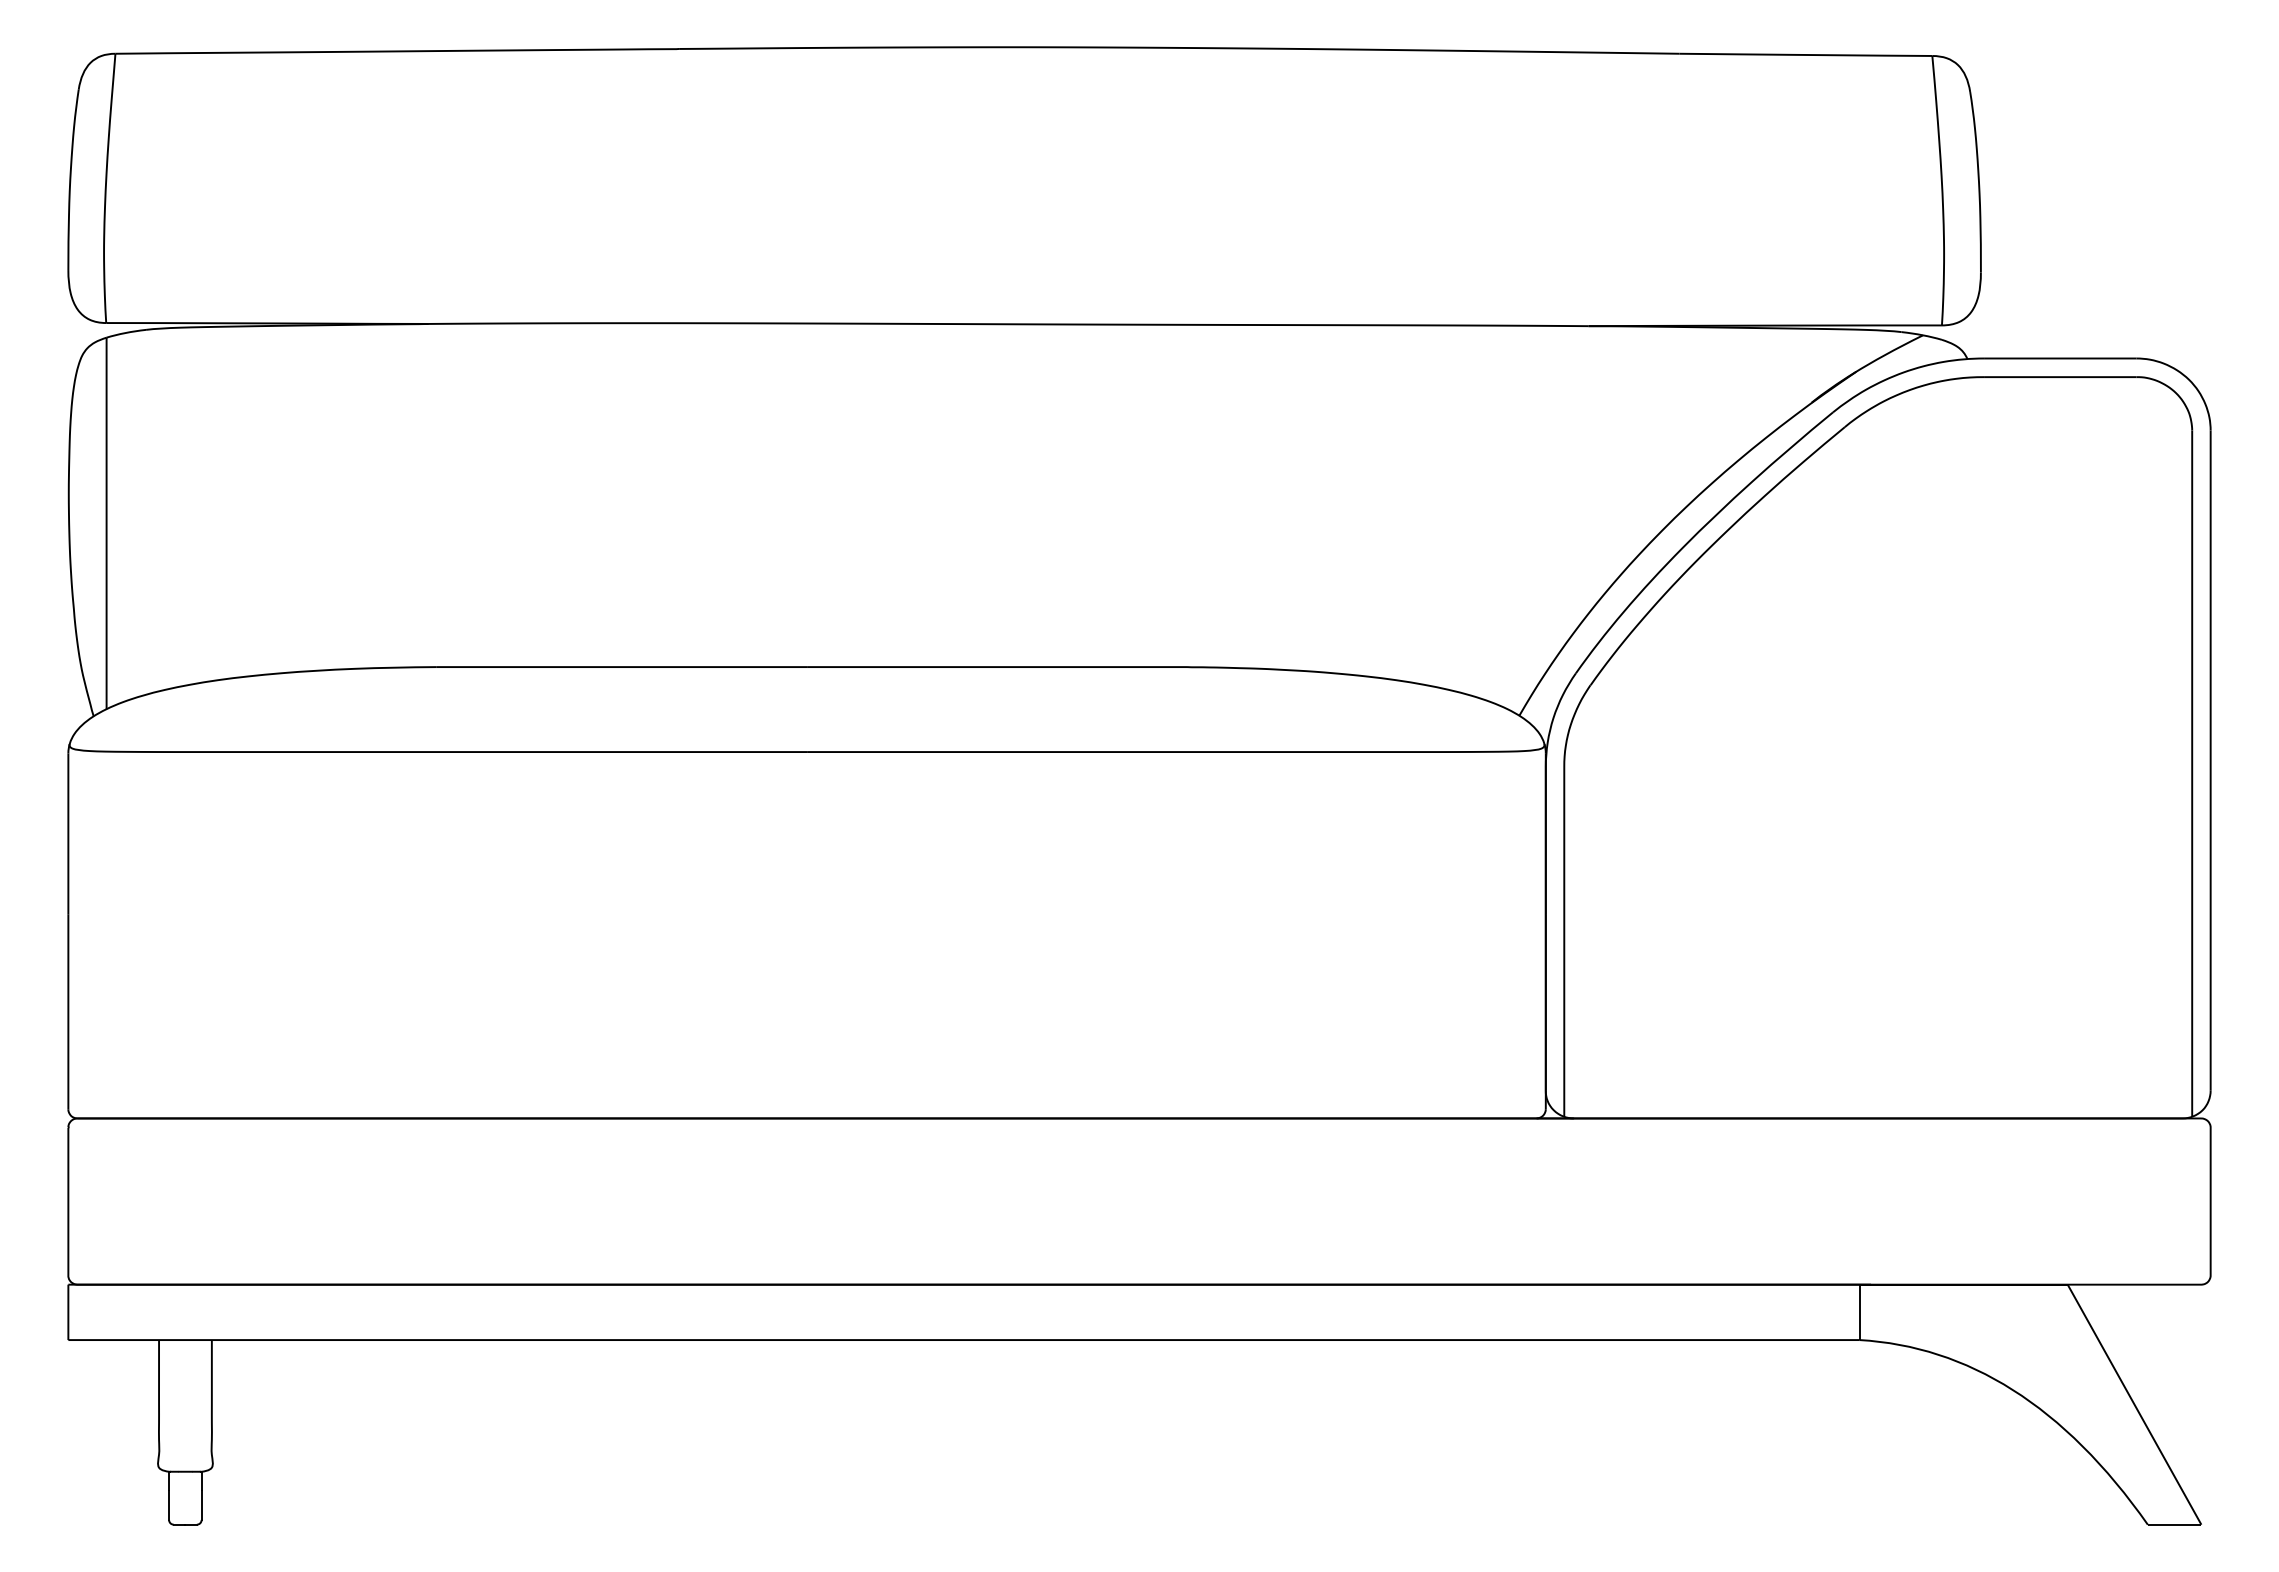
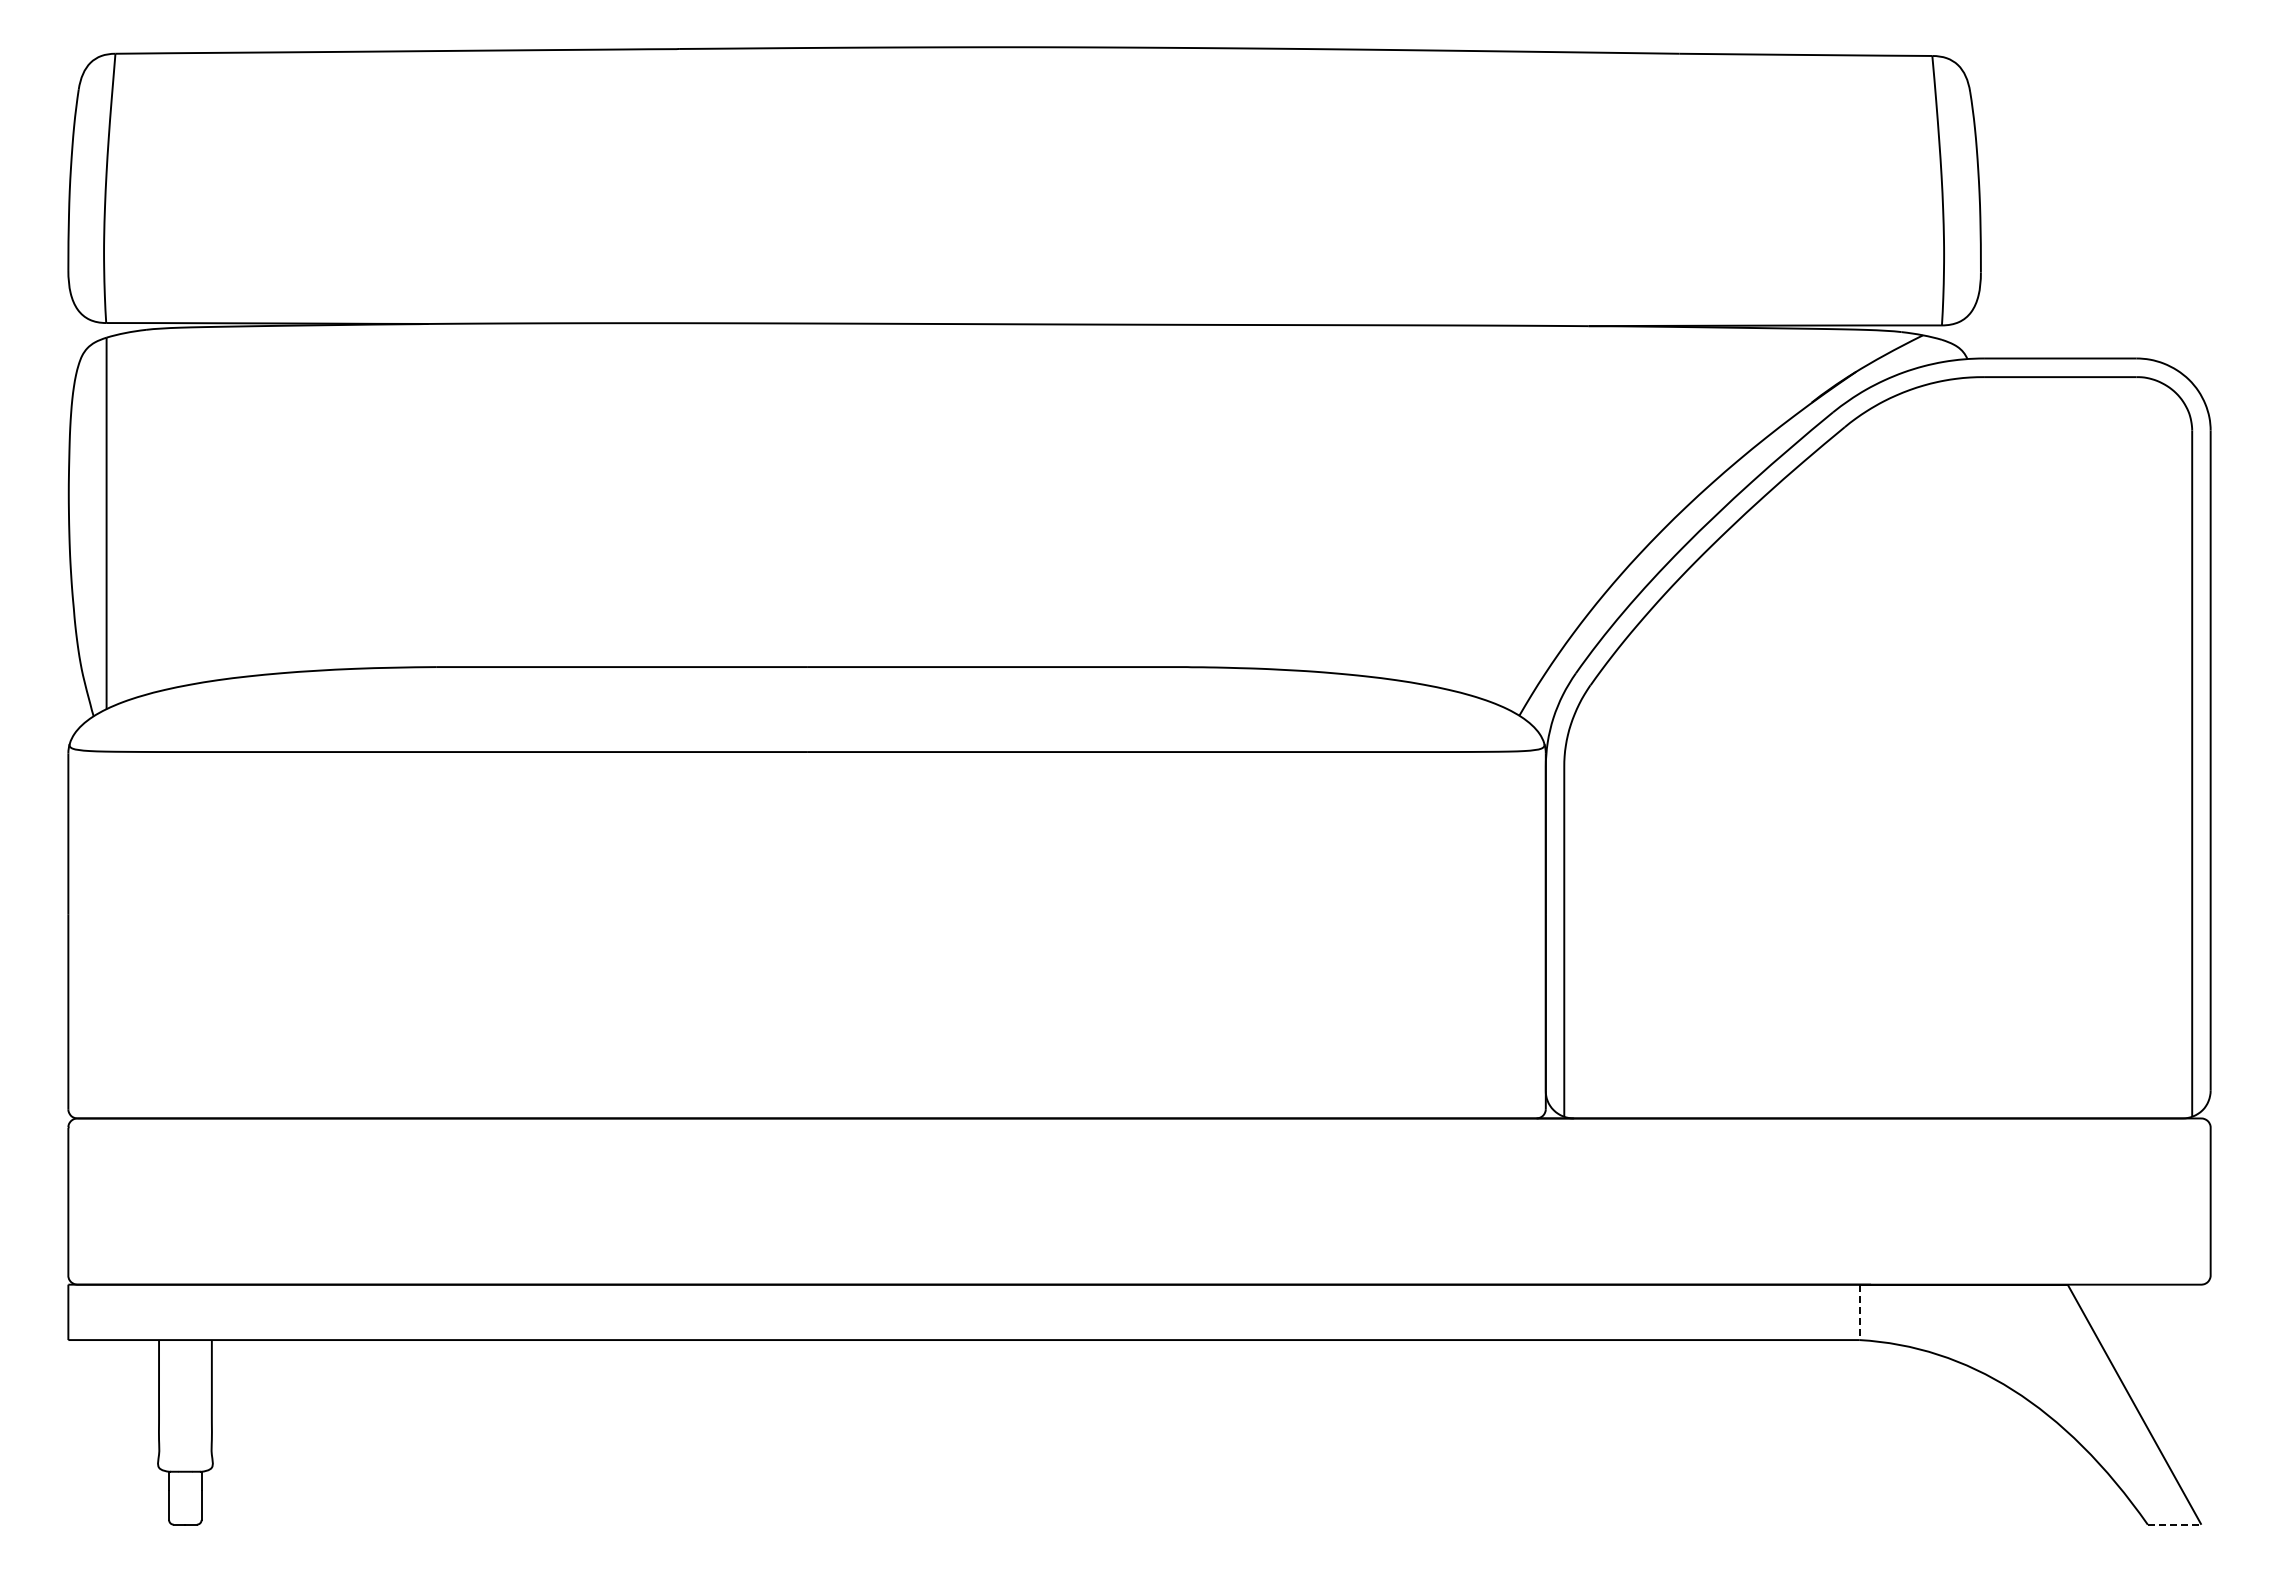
line at (1859, 1312): solid -> dashed
line at (2174, 1524): solid -> dashed
